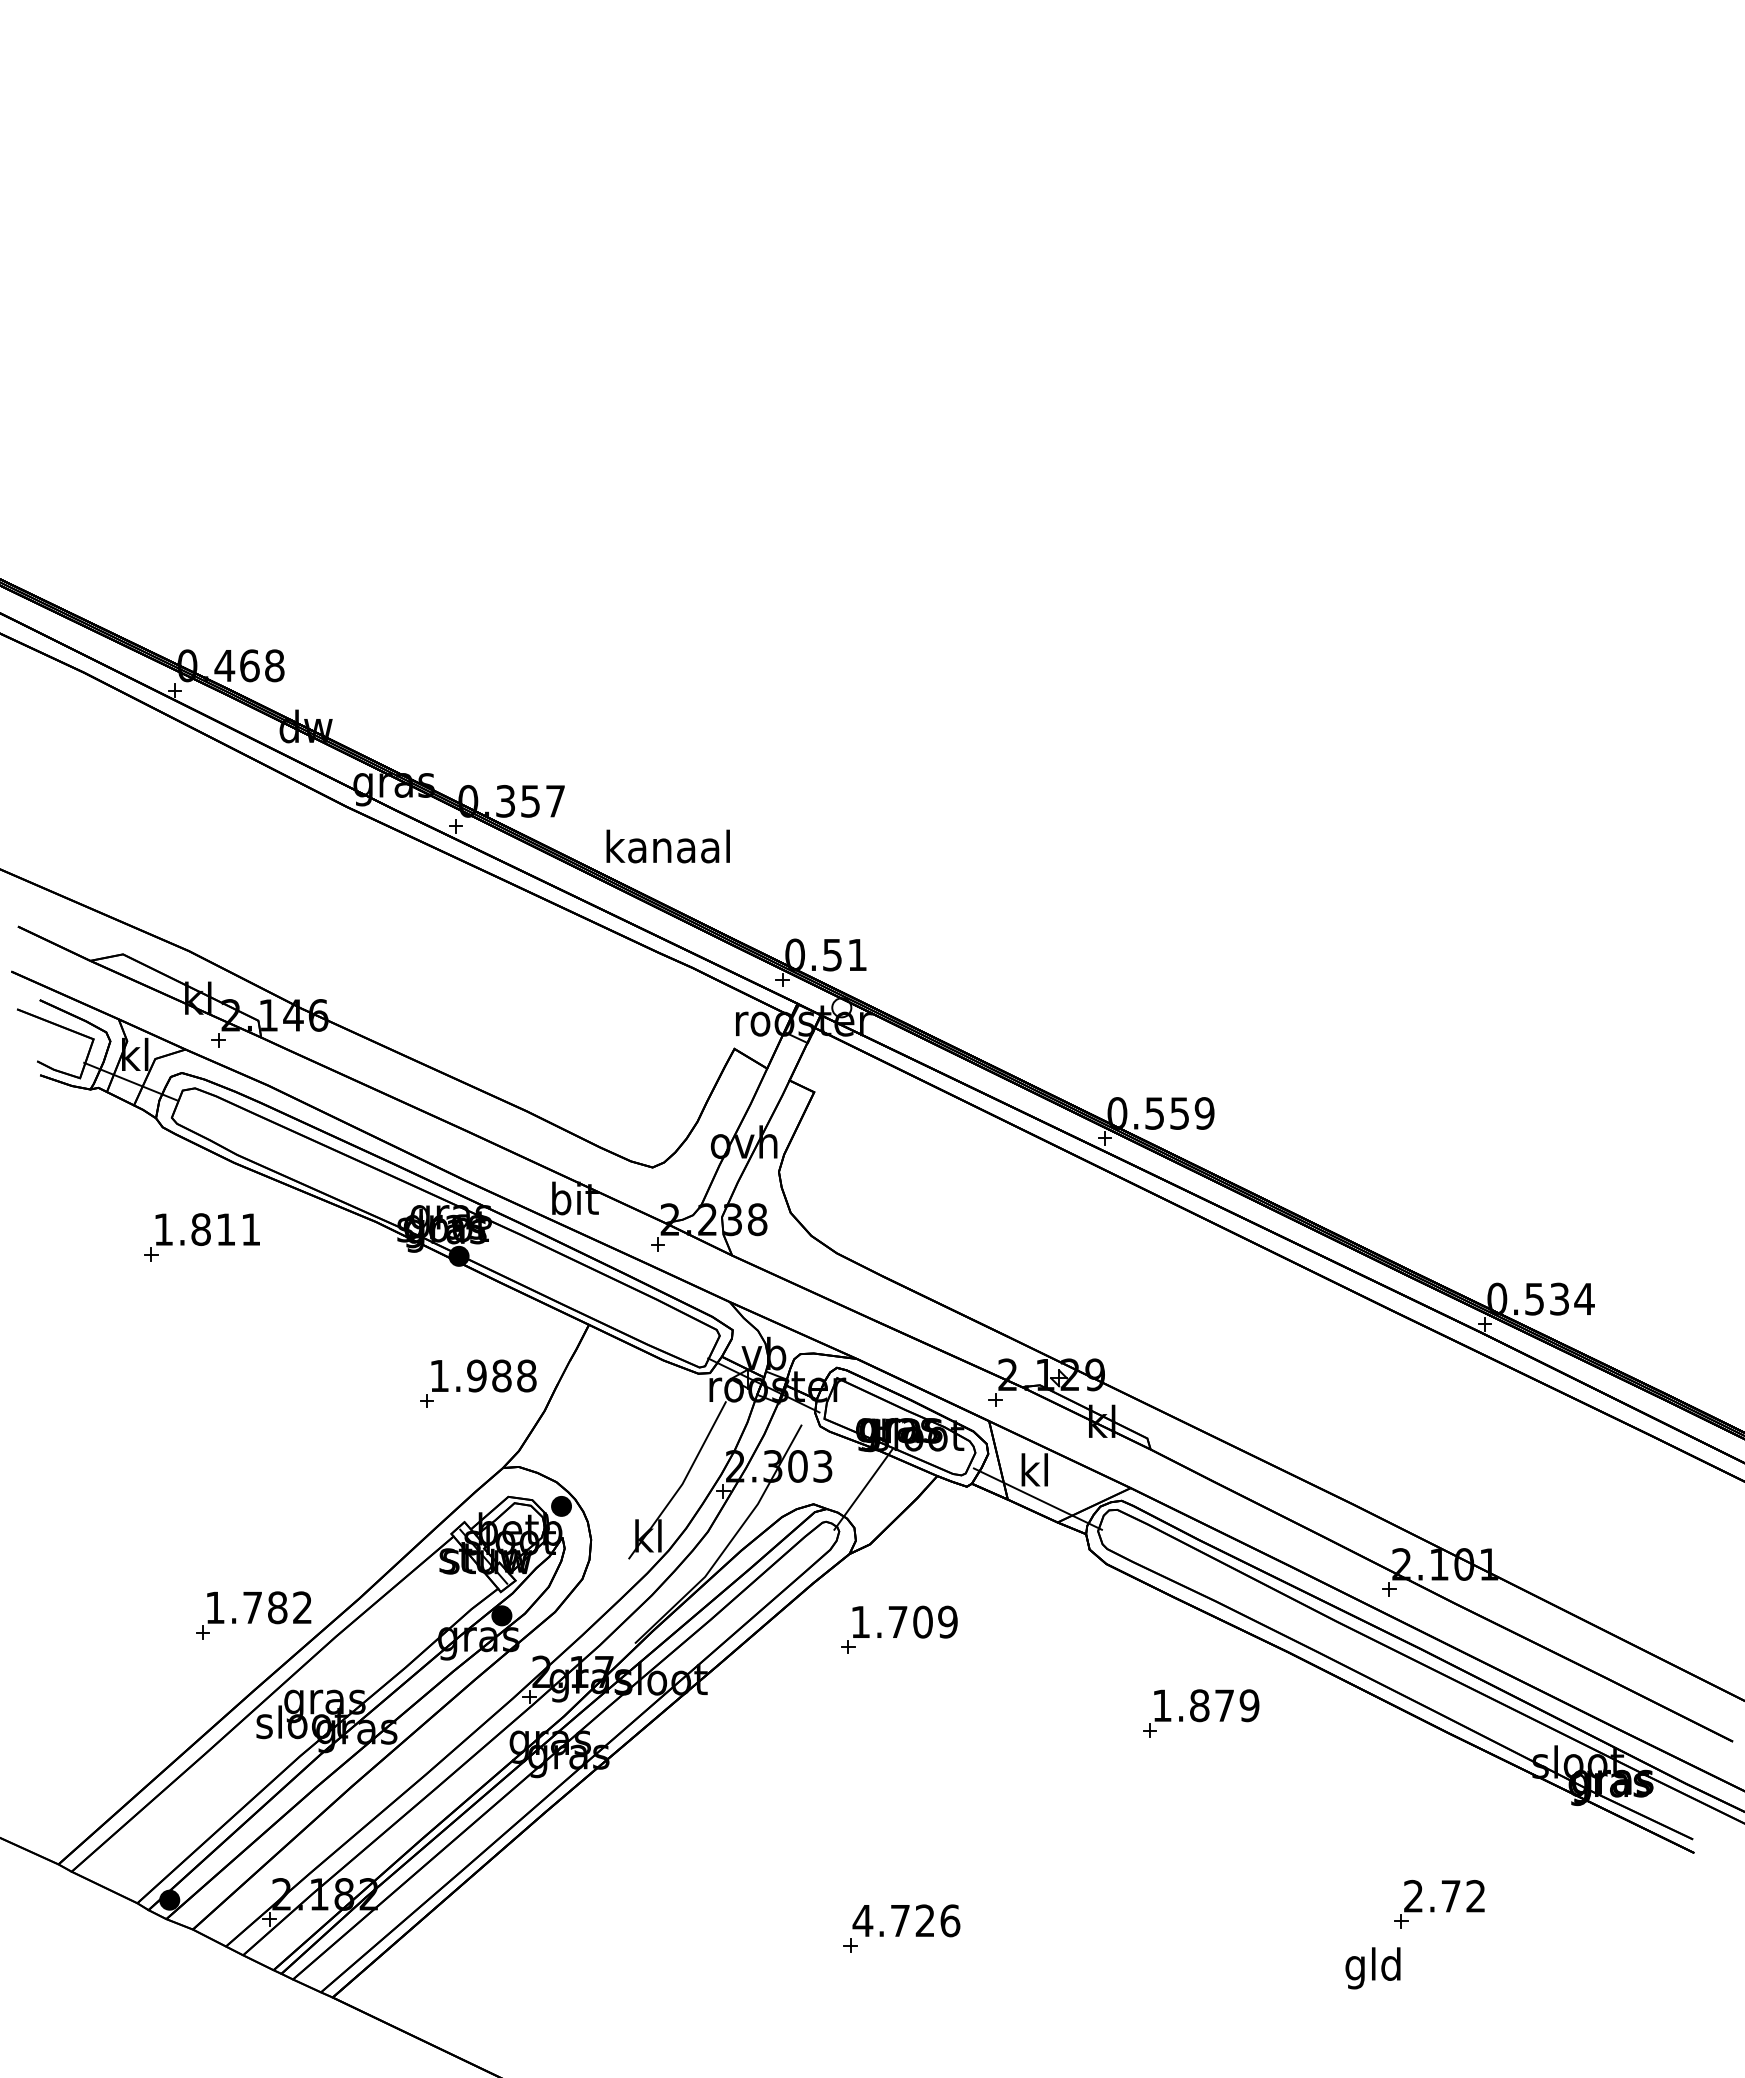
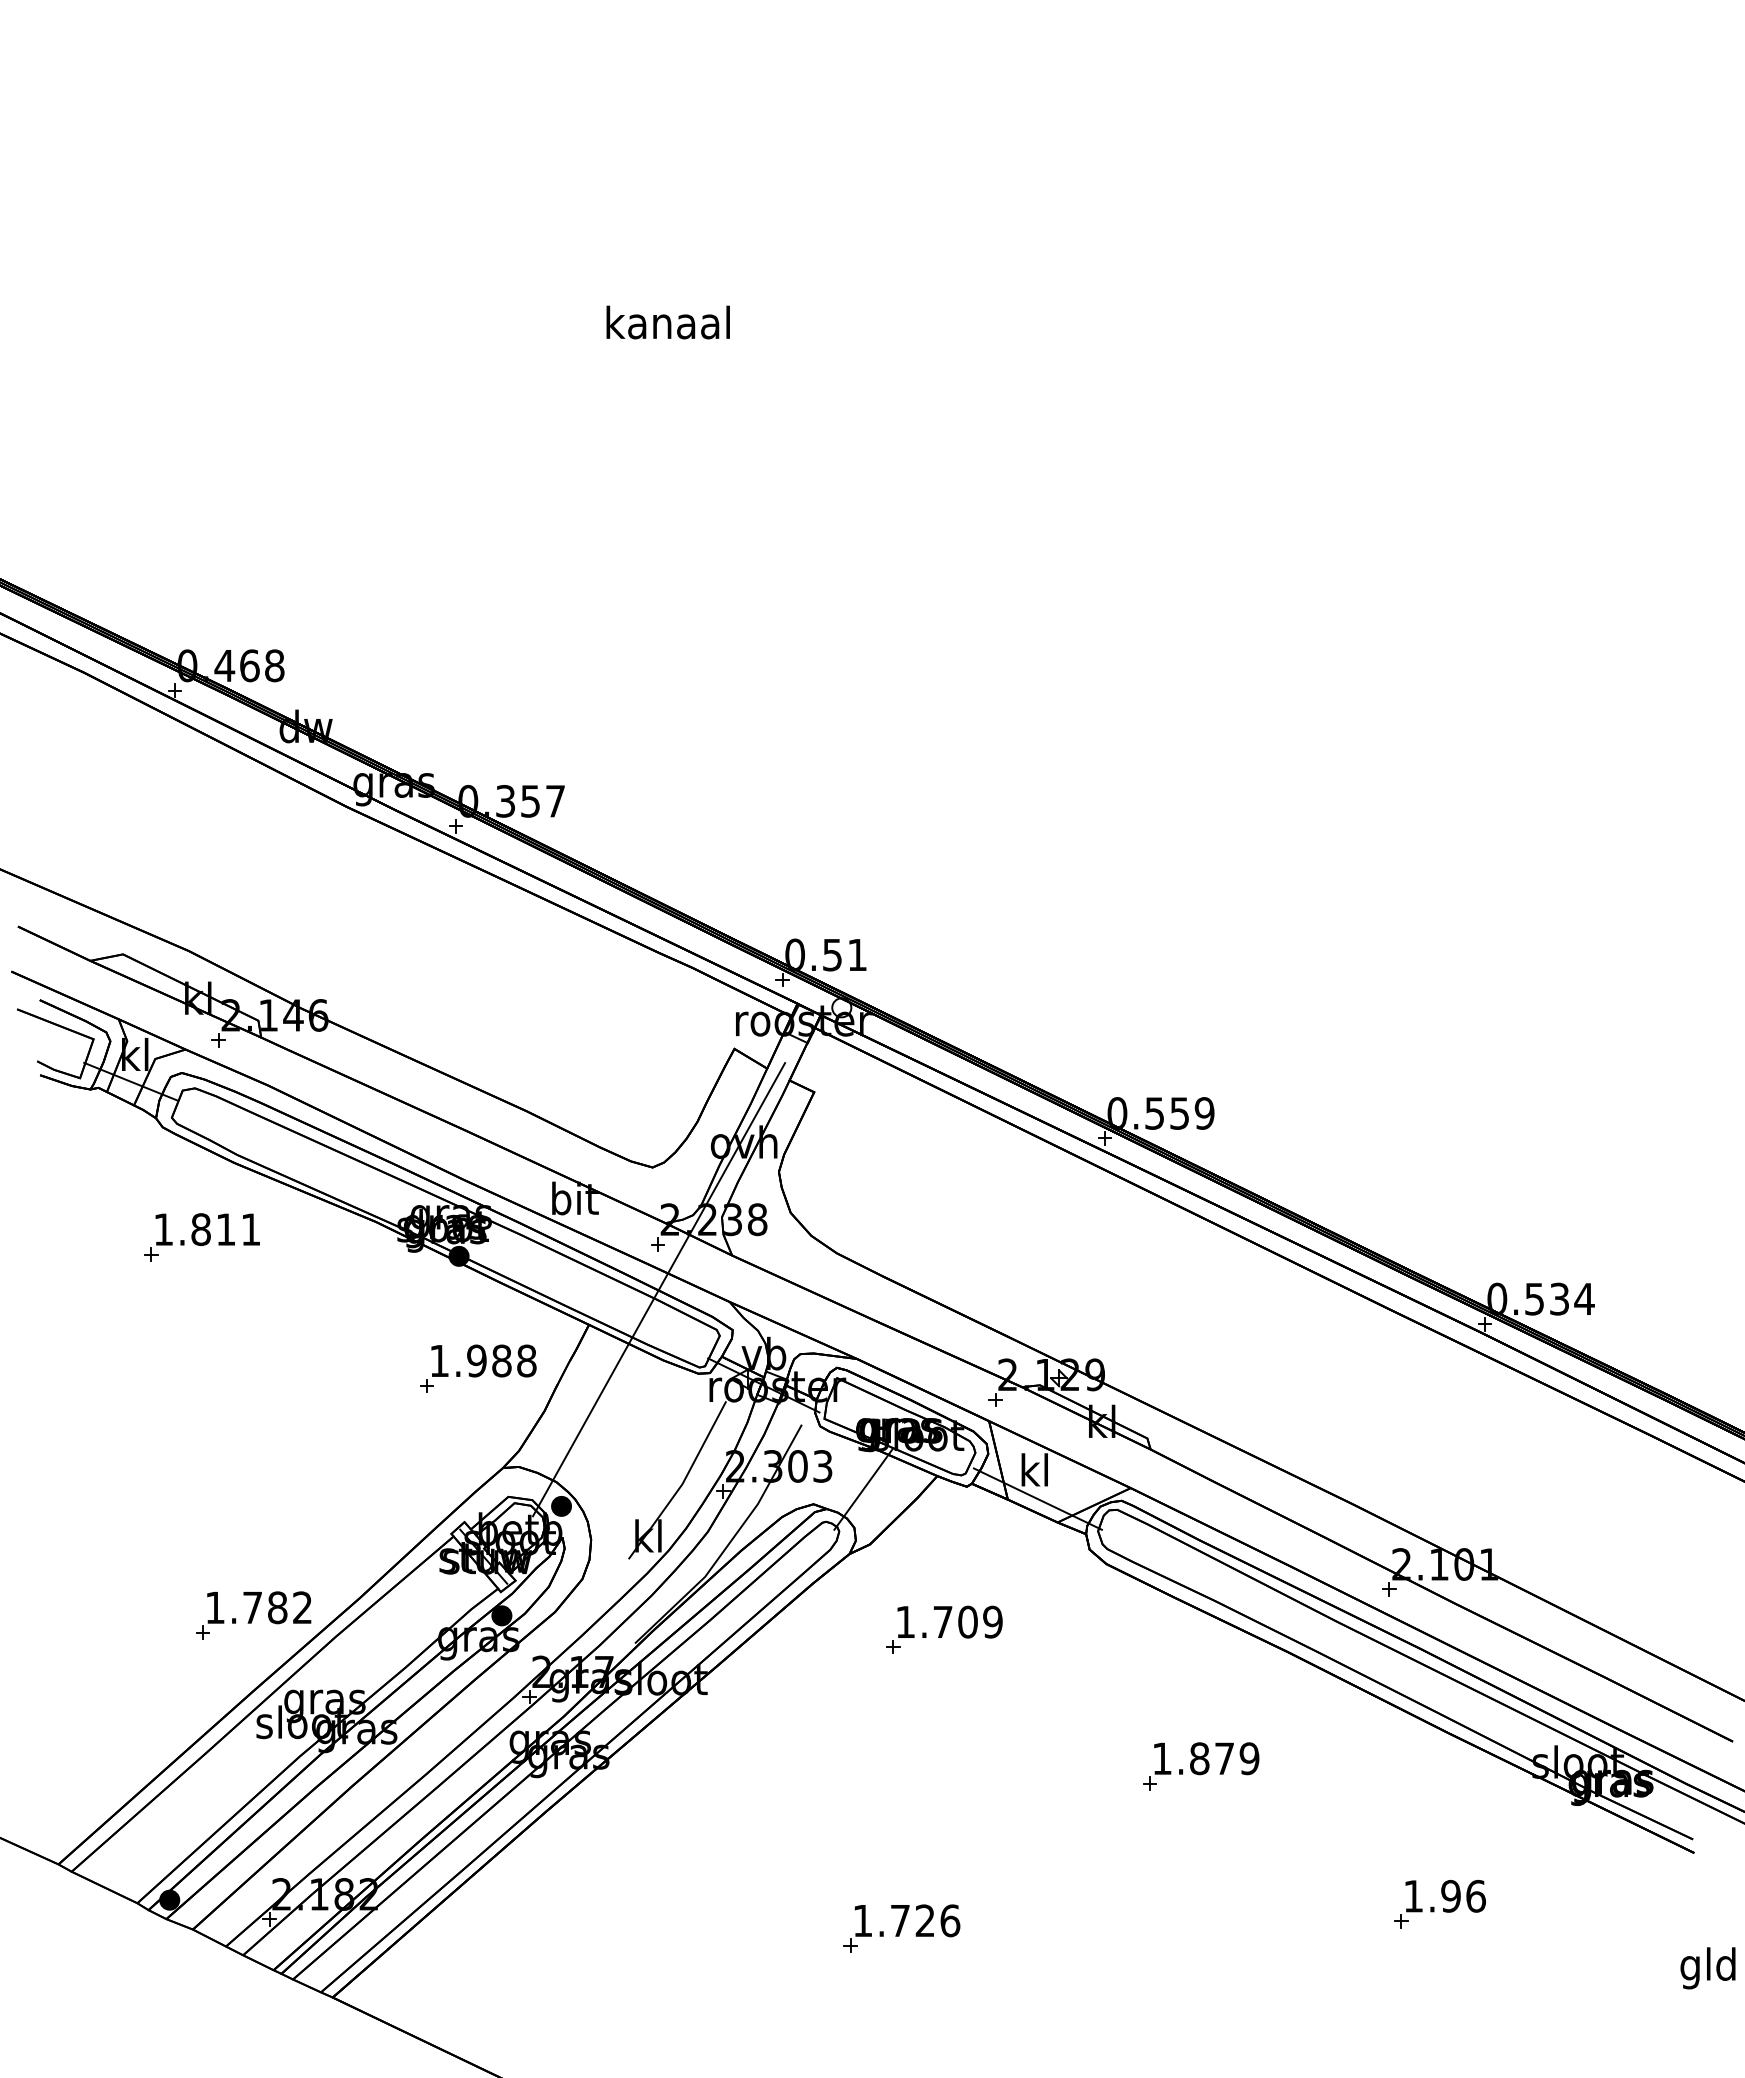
text at (667, 846) position: (667, 846) -> (667, 322)
line at (659, 1289): none -> present
part at (478, 1383) position: (478, 1383) -> (478, 1368)
part at (899, 1629) position: (899, 1629) -> (944, 1629)
part at (1201, 1713) position: (1201, 1713) -> (1201, 1766)
text at (1445, 1895): 2.72 -> 1.96
text at (862, 1920): 4.726 -> 1.726
text at (1372, 1968) position: (1372, 1968) -> (1707, 1968)
